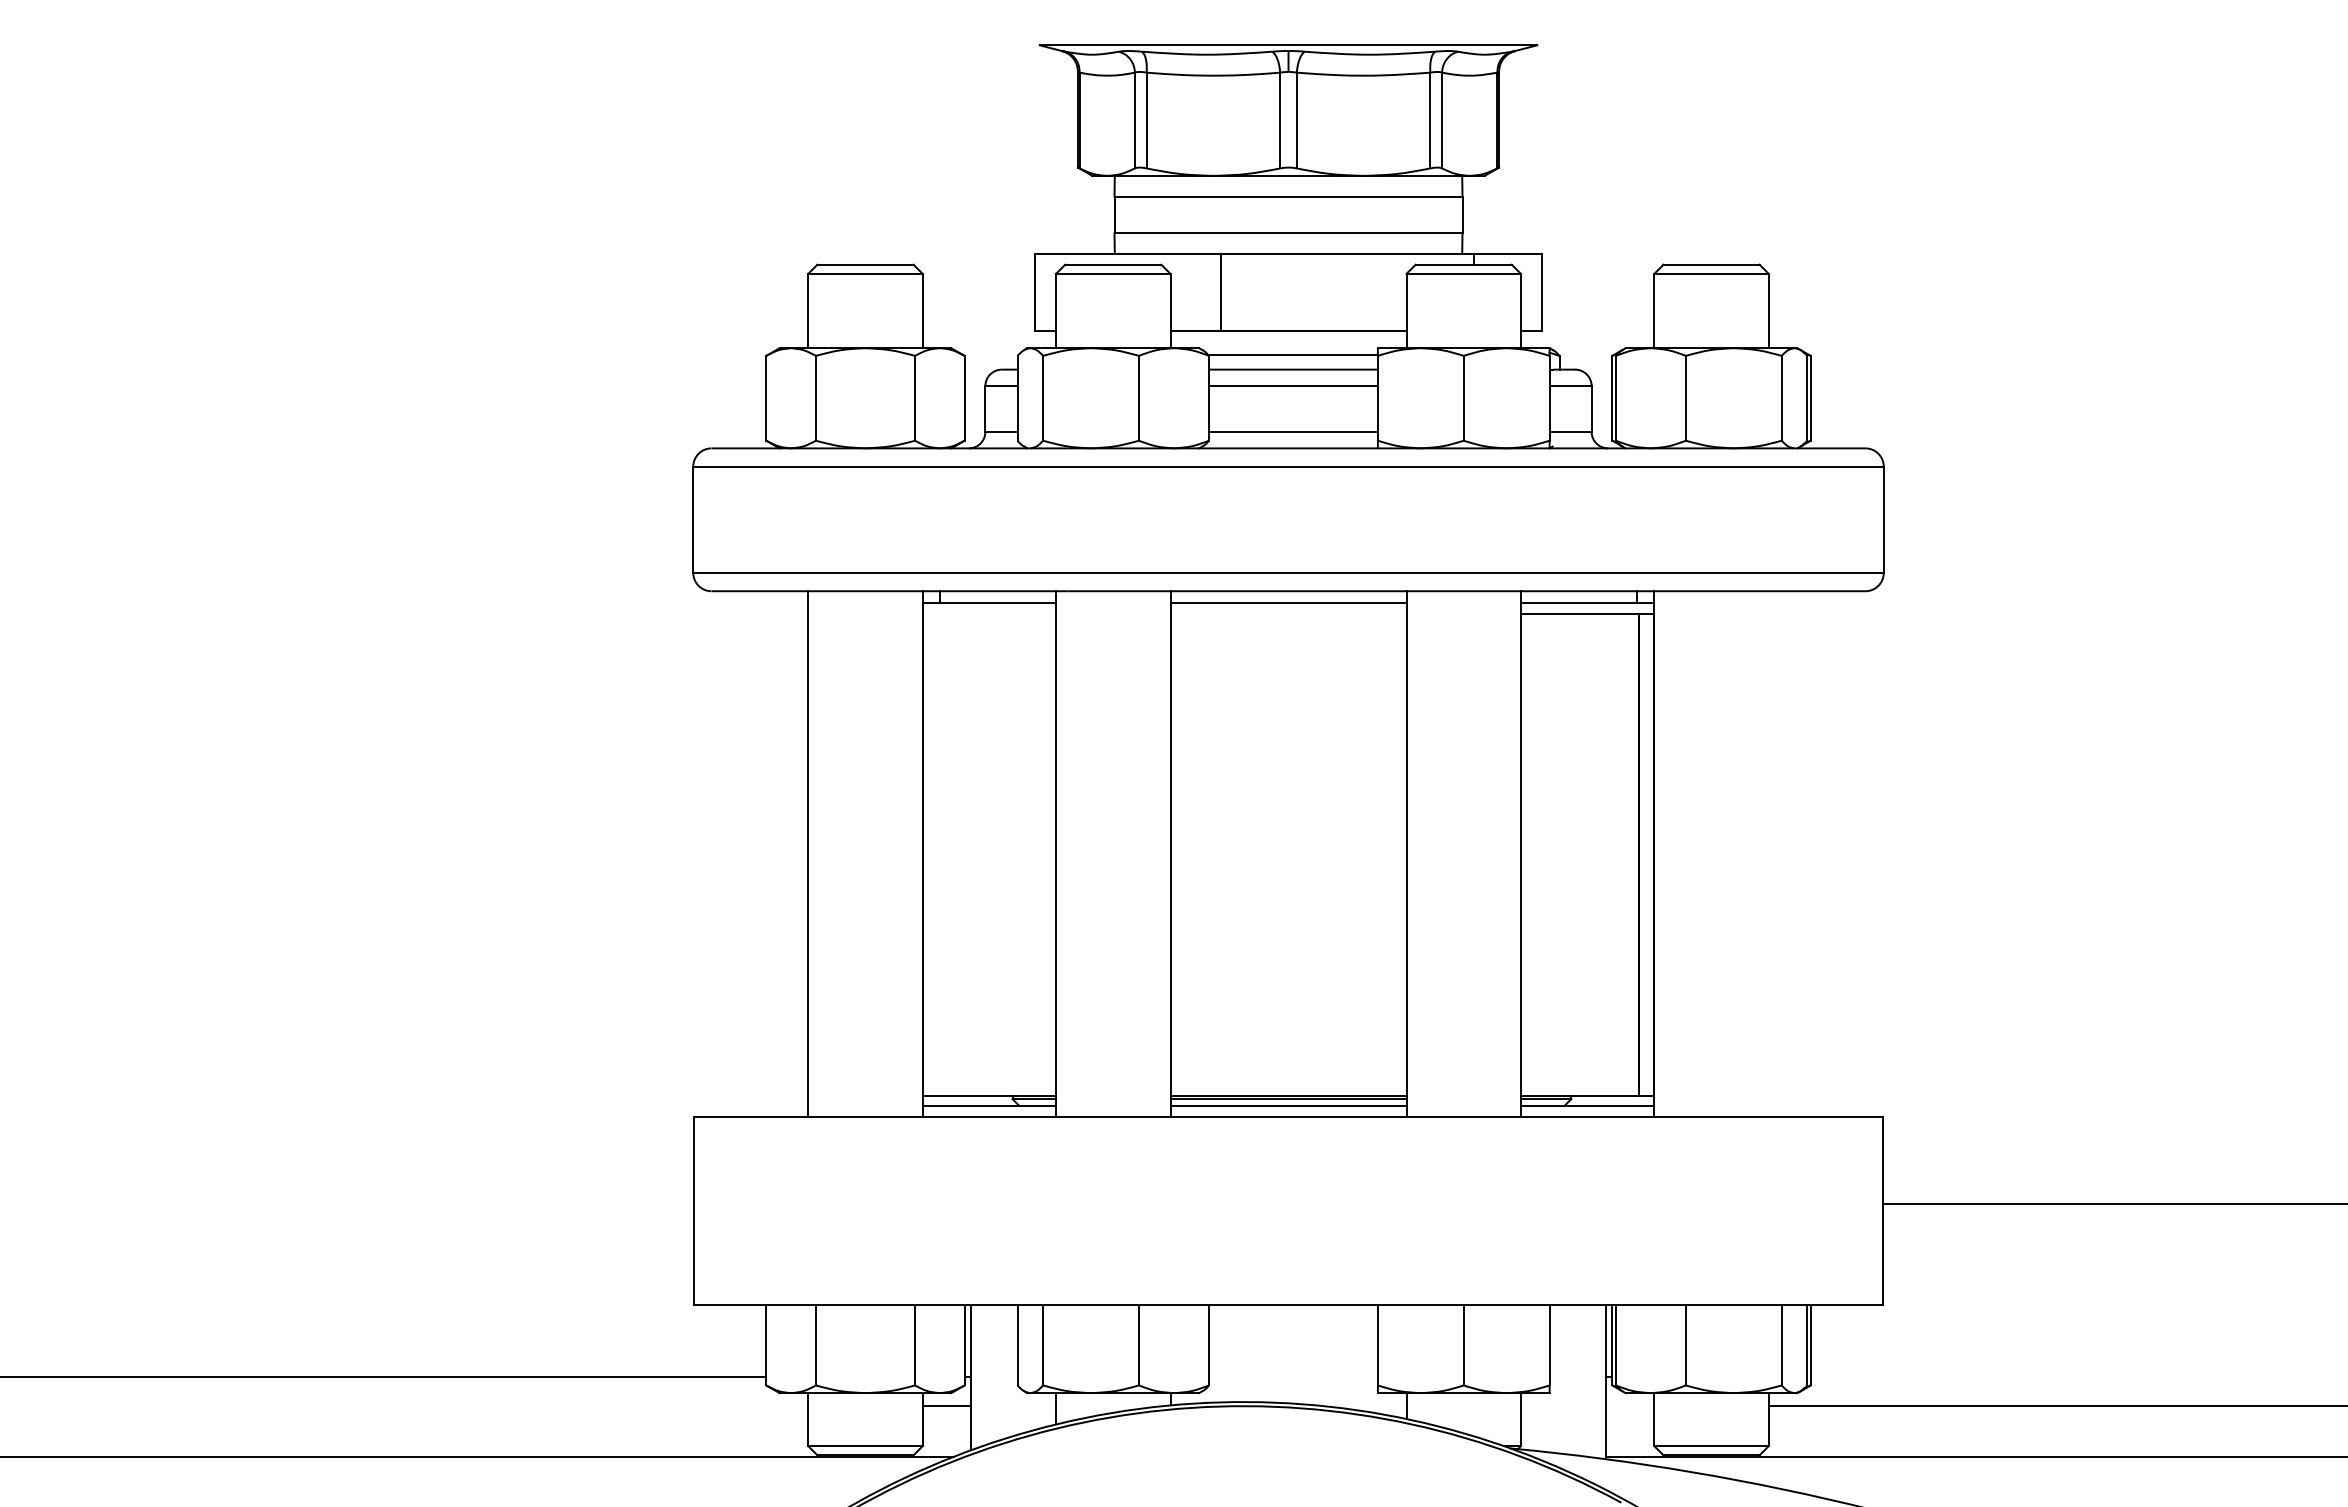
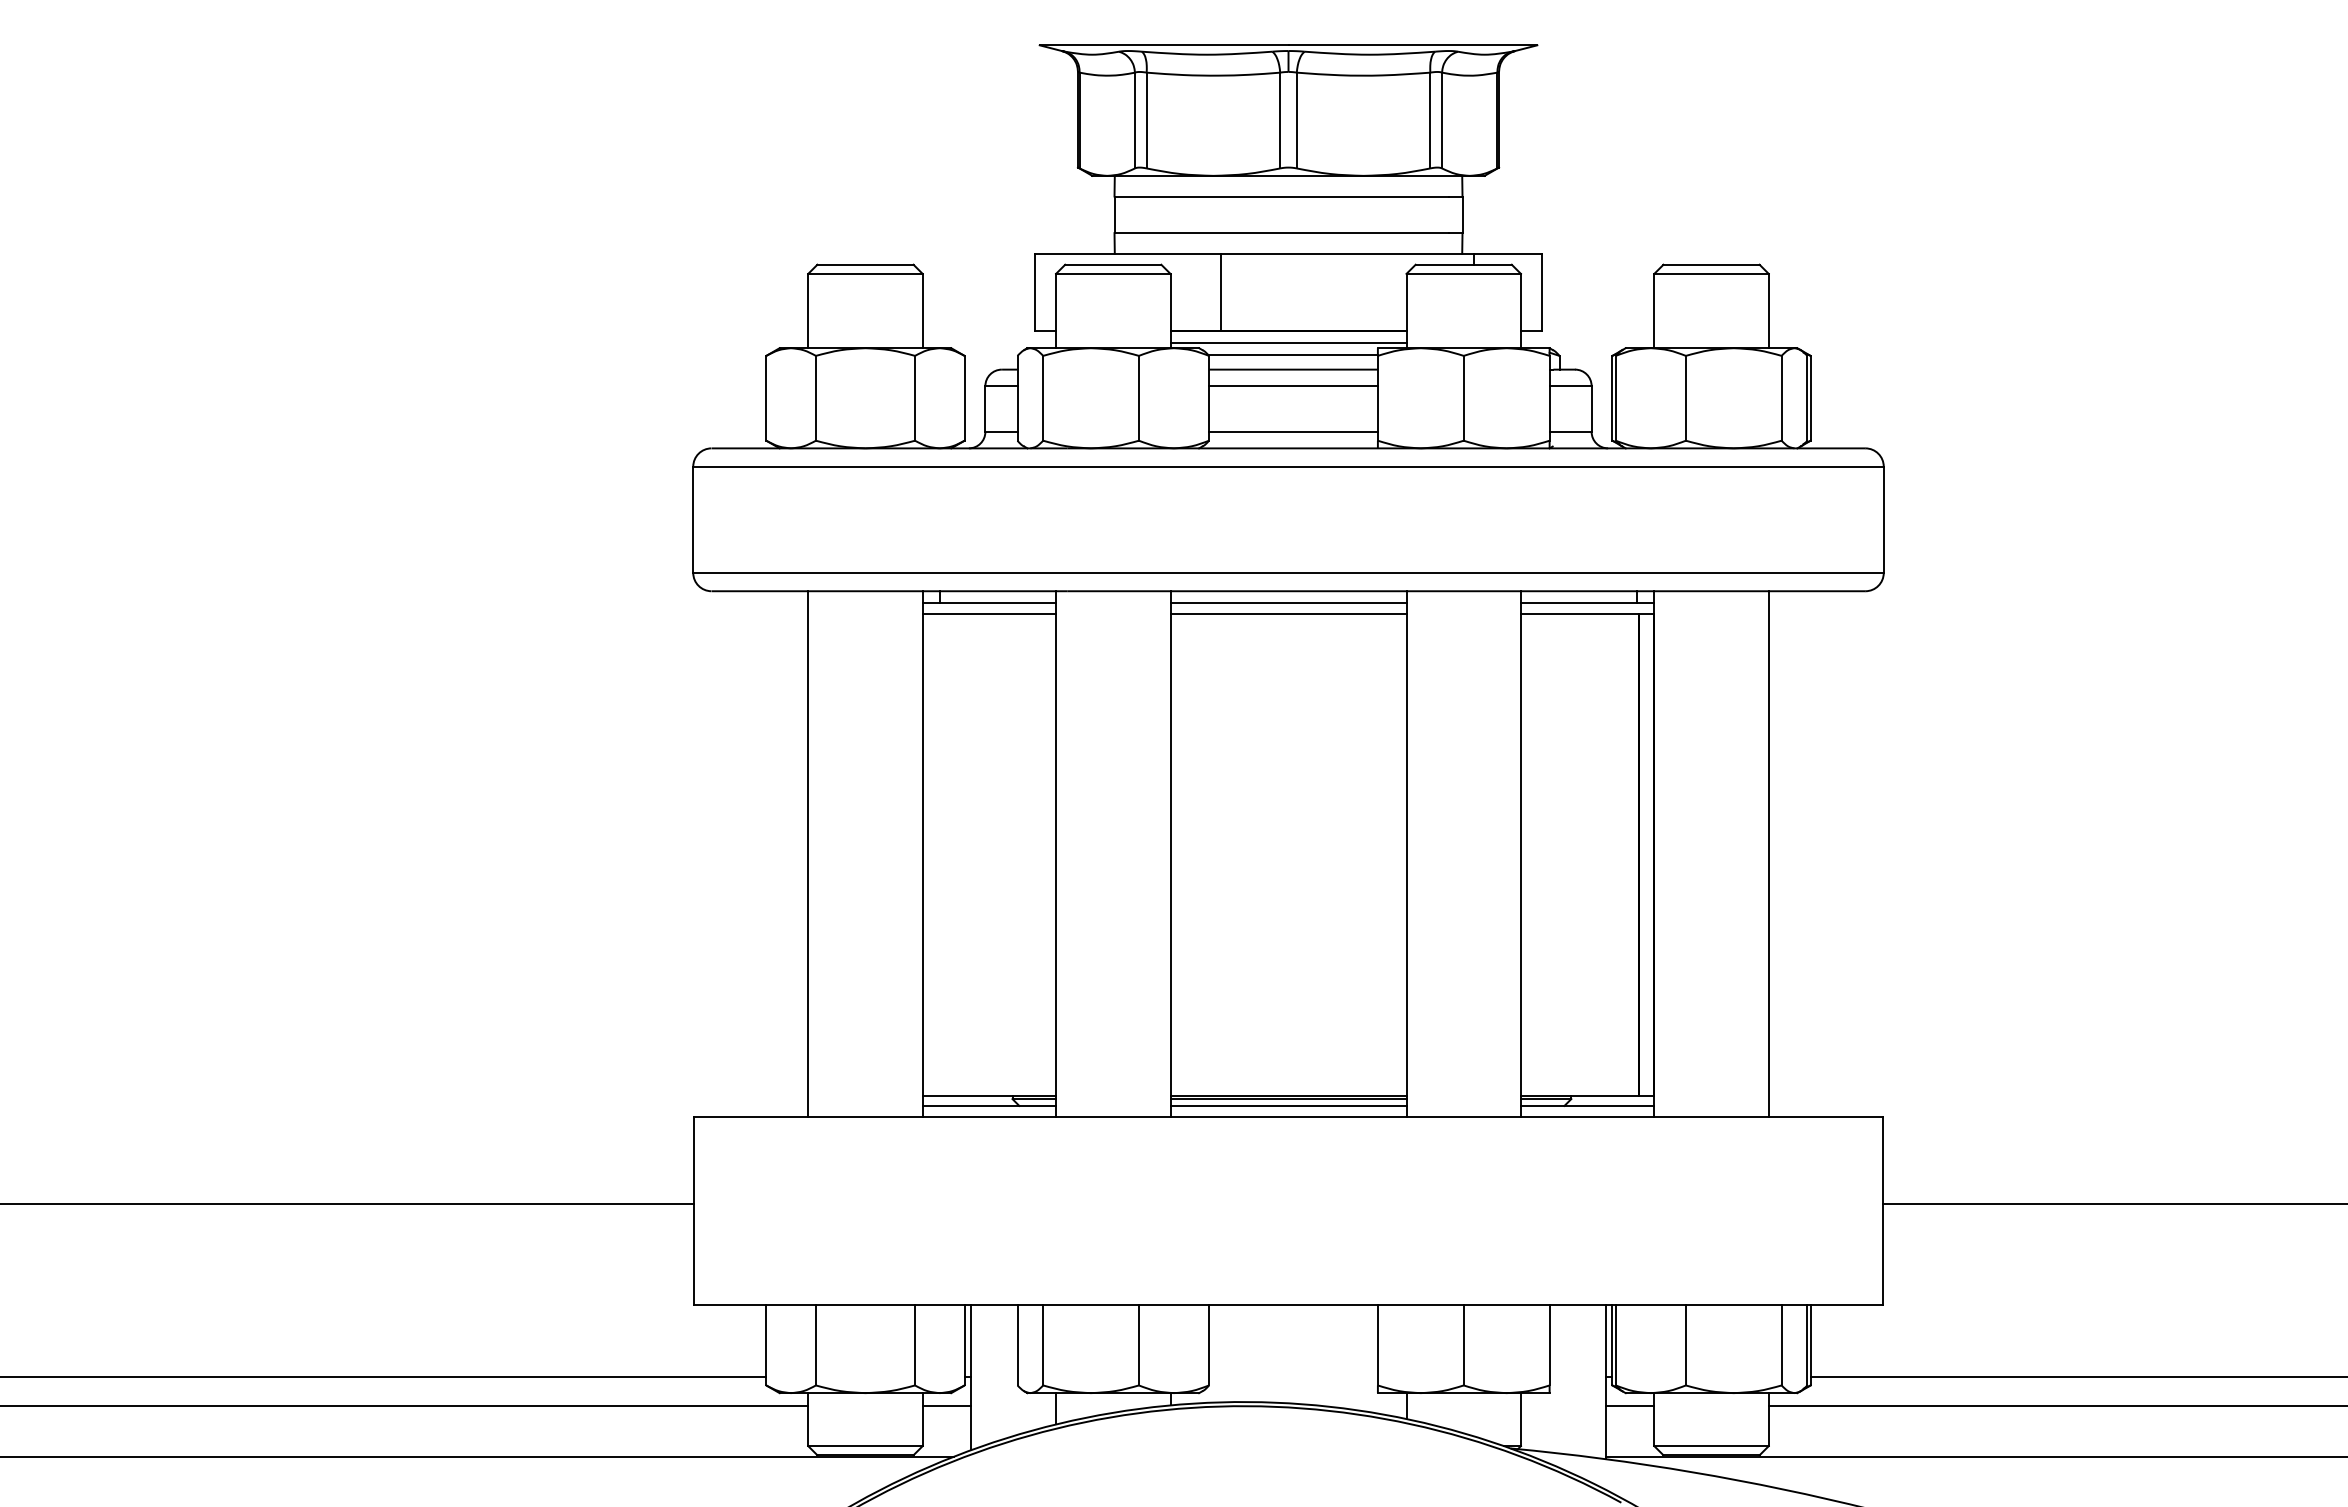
line at (1288, 343): none -> present
line at (989, 614): none -> present
line at (1288, 614): none -> present
line at (1768, 854): none -> present
line at (347, 1203): none -> present
line at (2077, 1376): none -> present
line at (405, 1405): none -> present
line at (1629, 1405): none -> present
